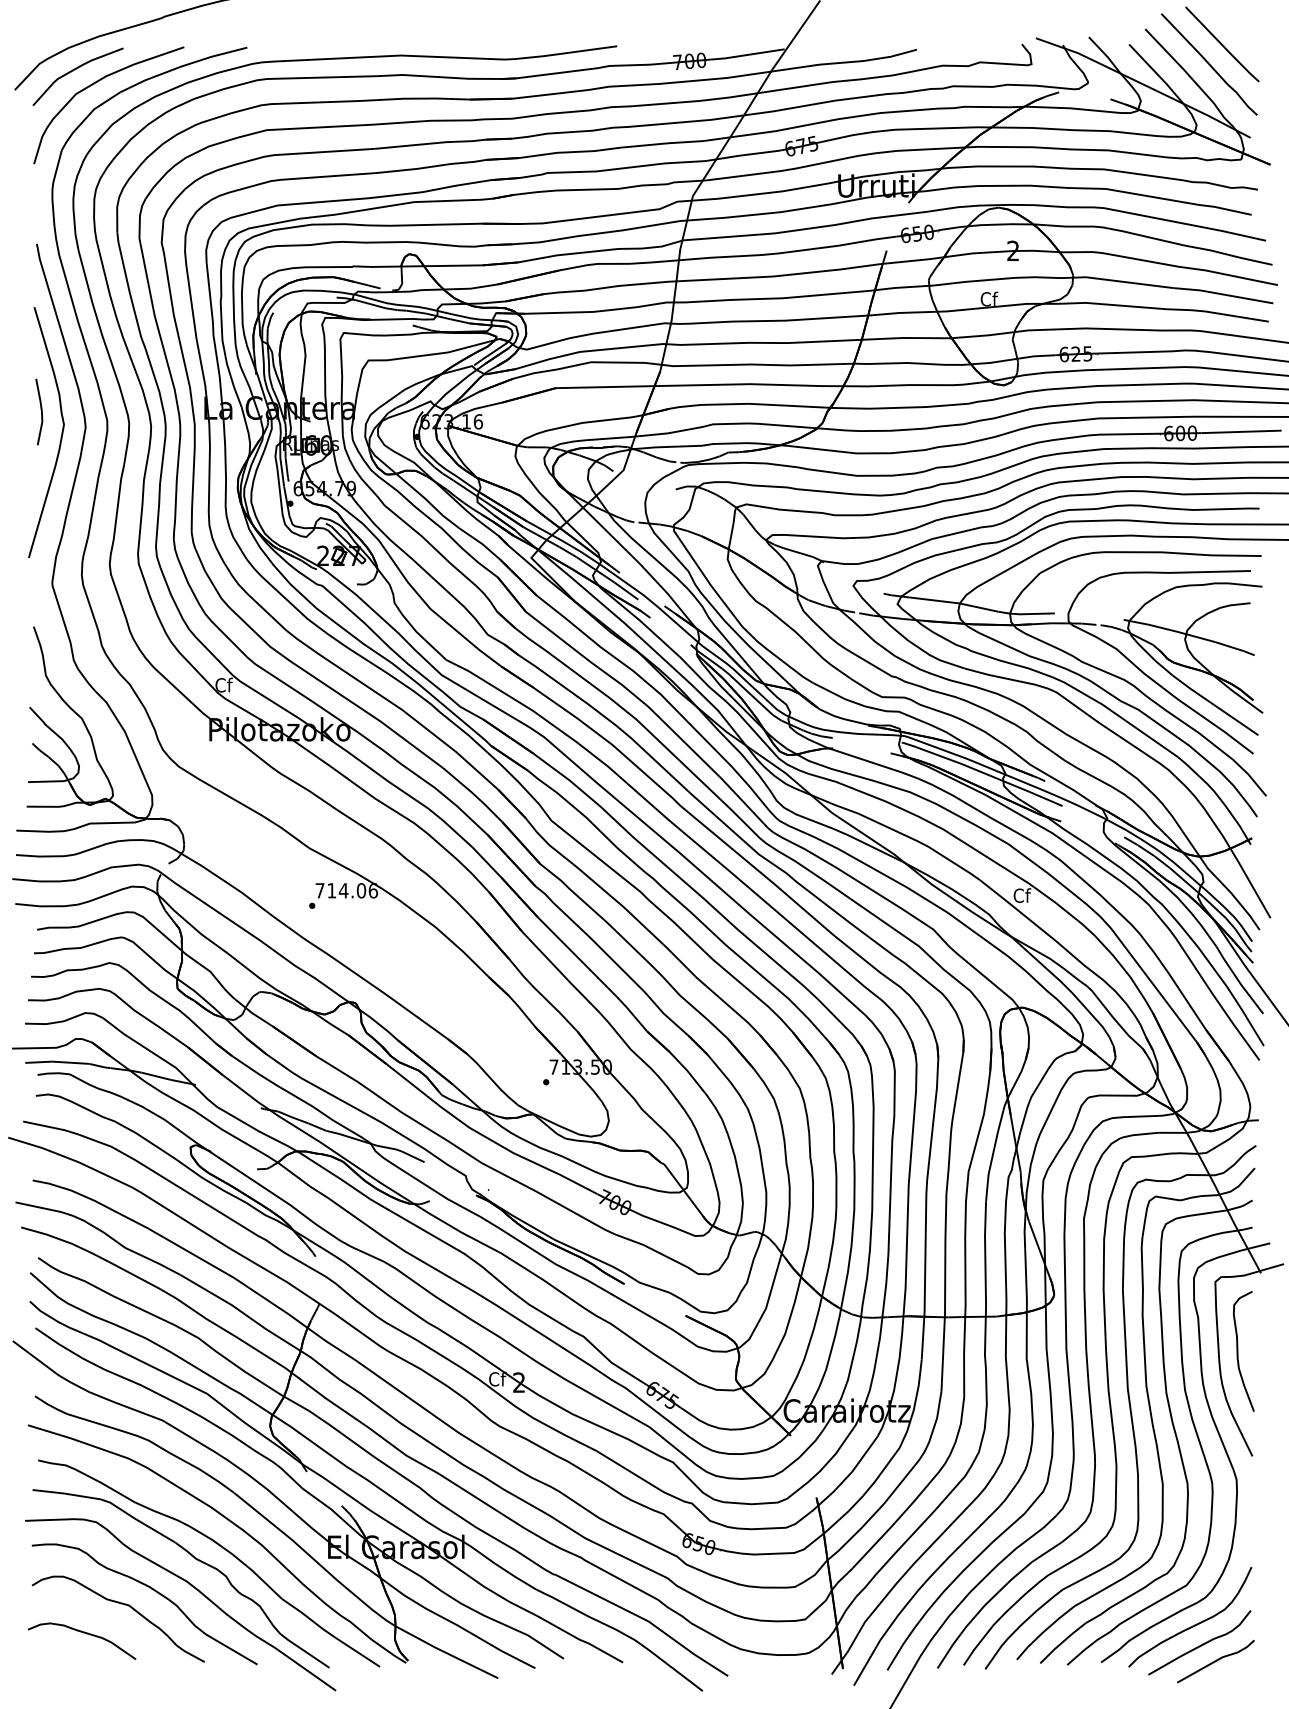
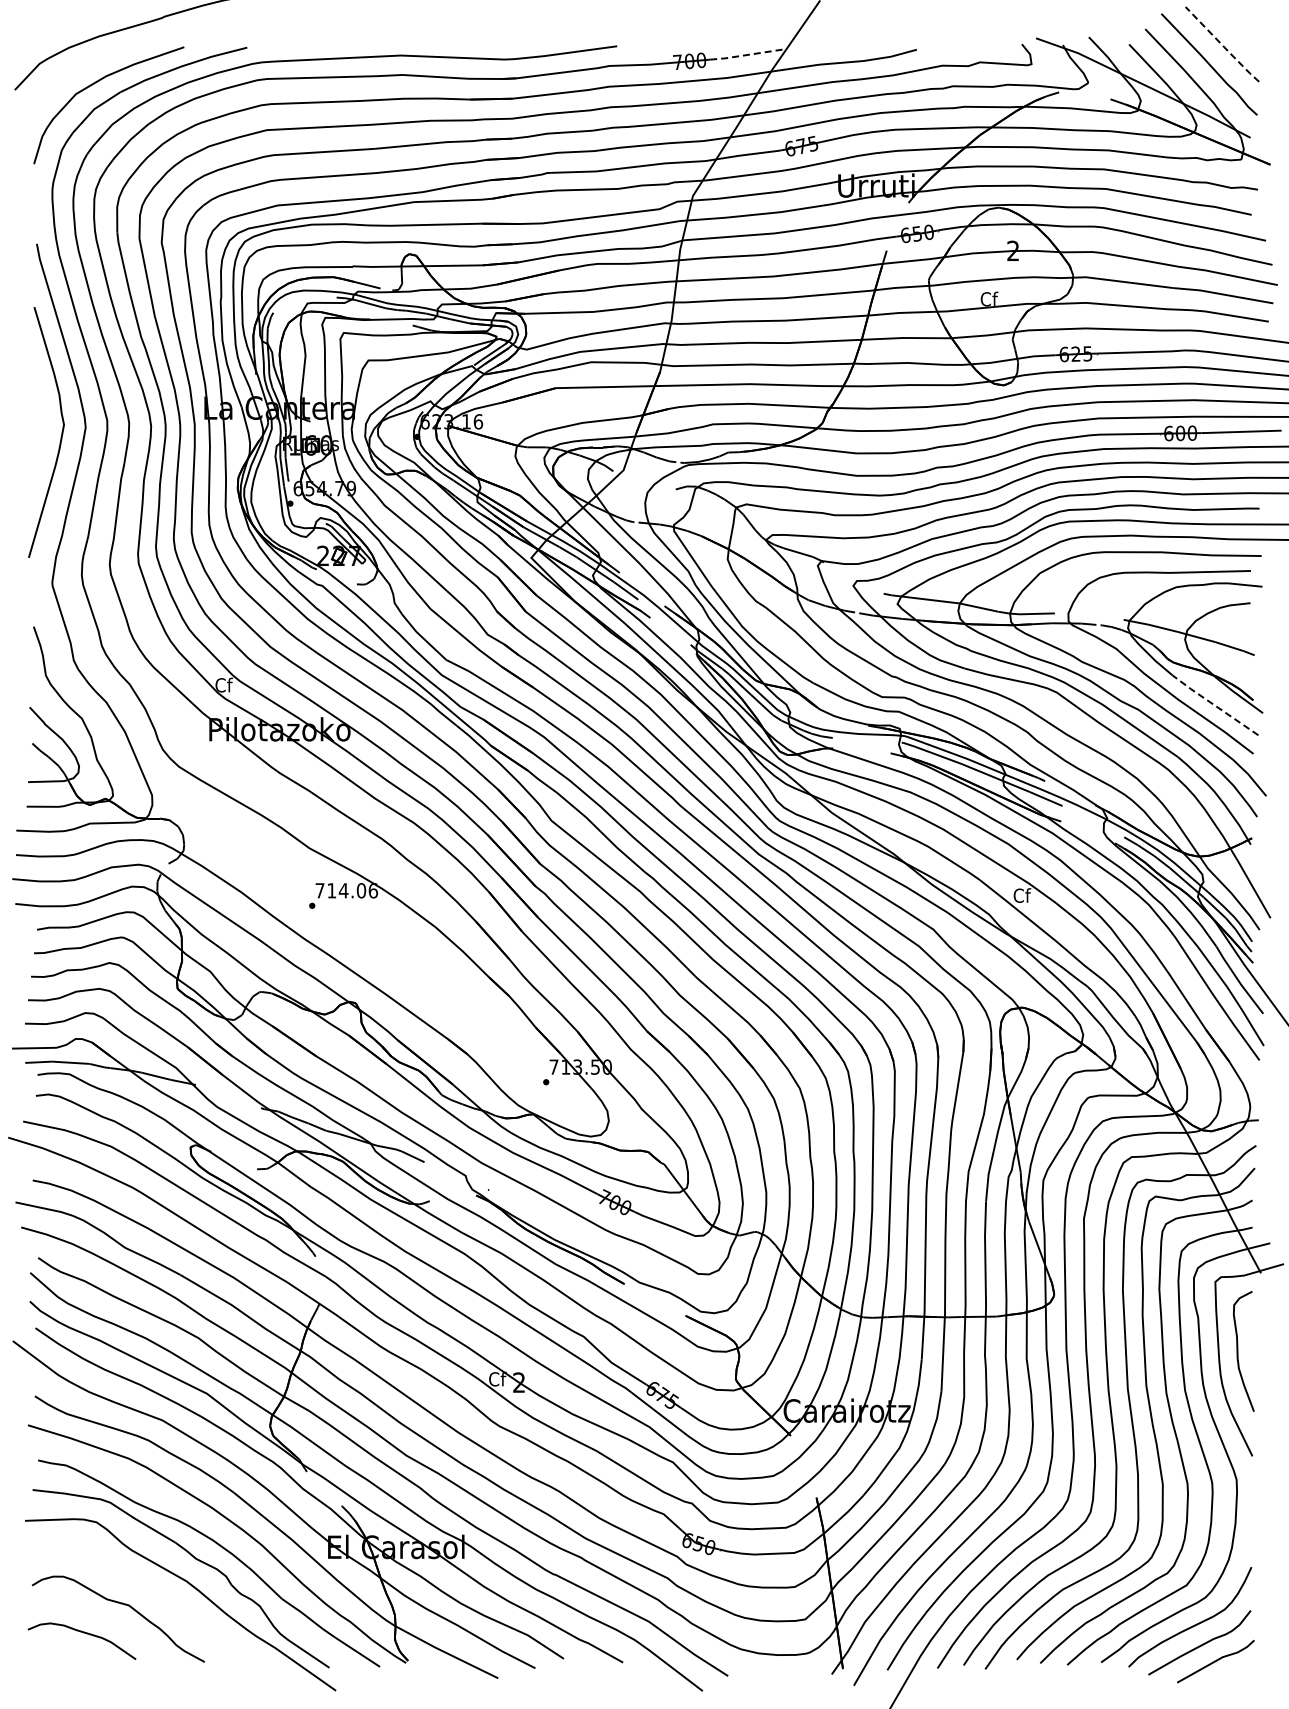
line at (1222, 45): solid -> dashed
line at (747, 54): solid -> dashed
curve at (75, 70): present -> none
line at (40, 410): present -> none
line at (1214, 705): solid -> dashed
curve at (154, 1591): present -> none
